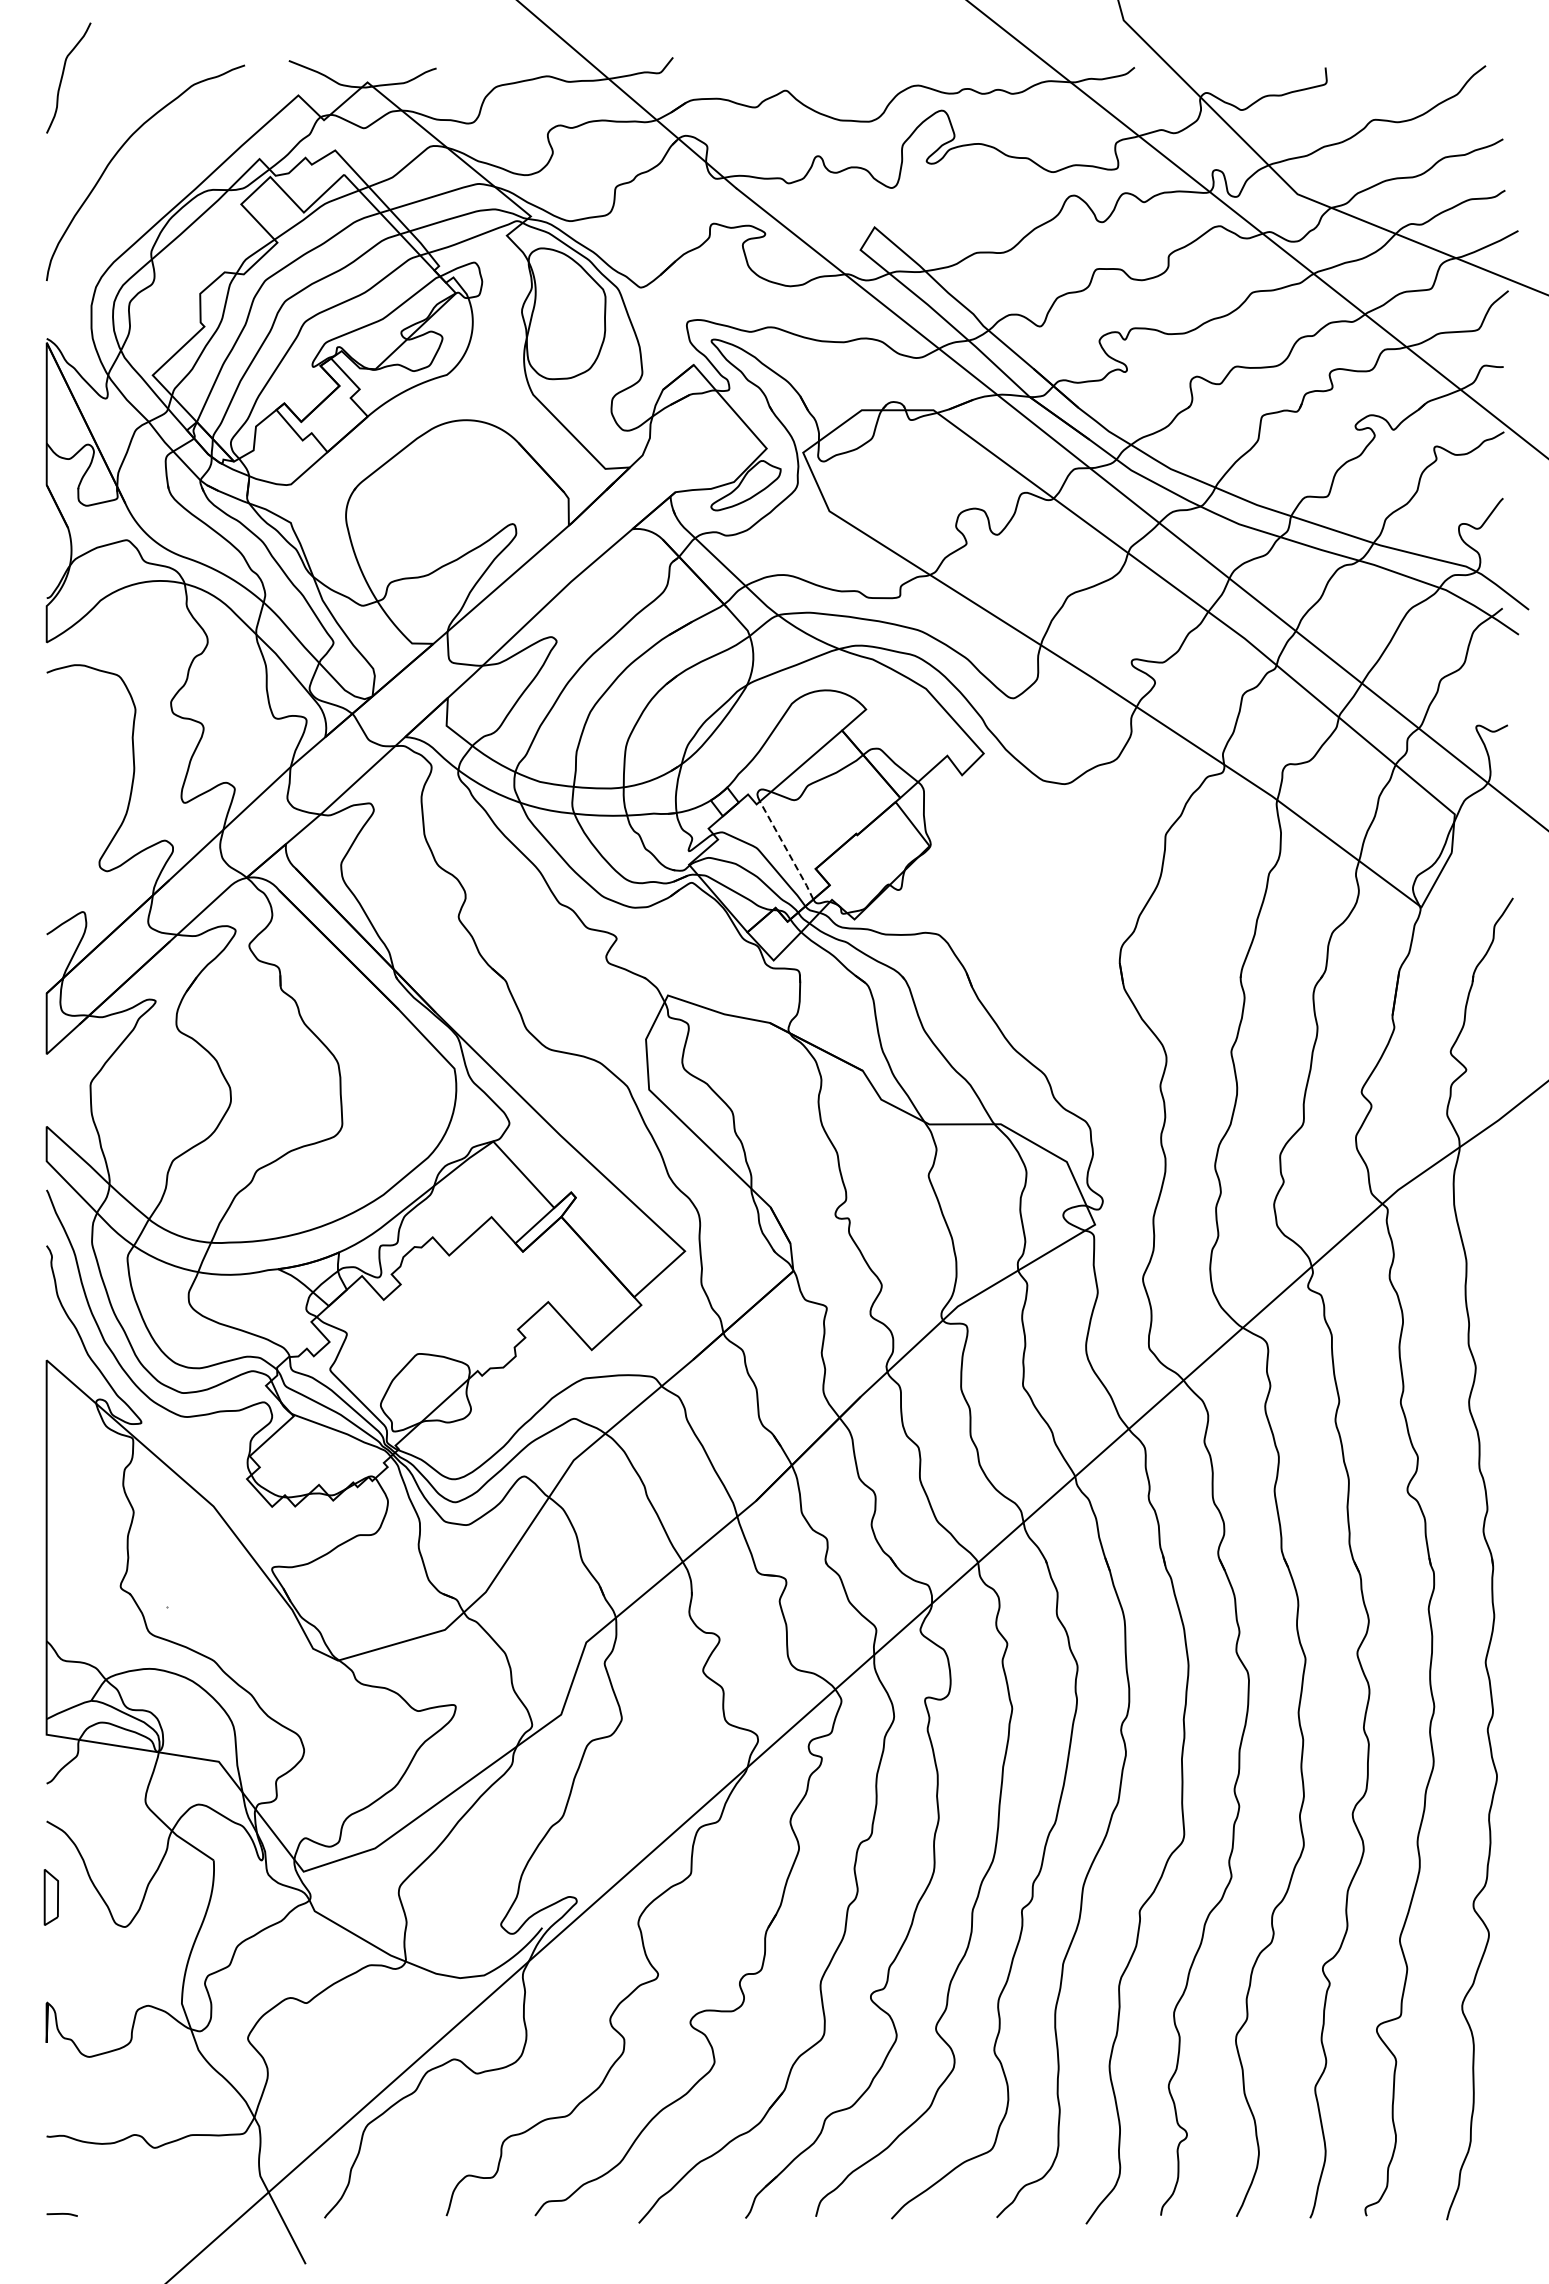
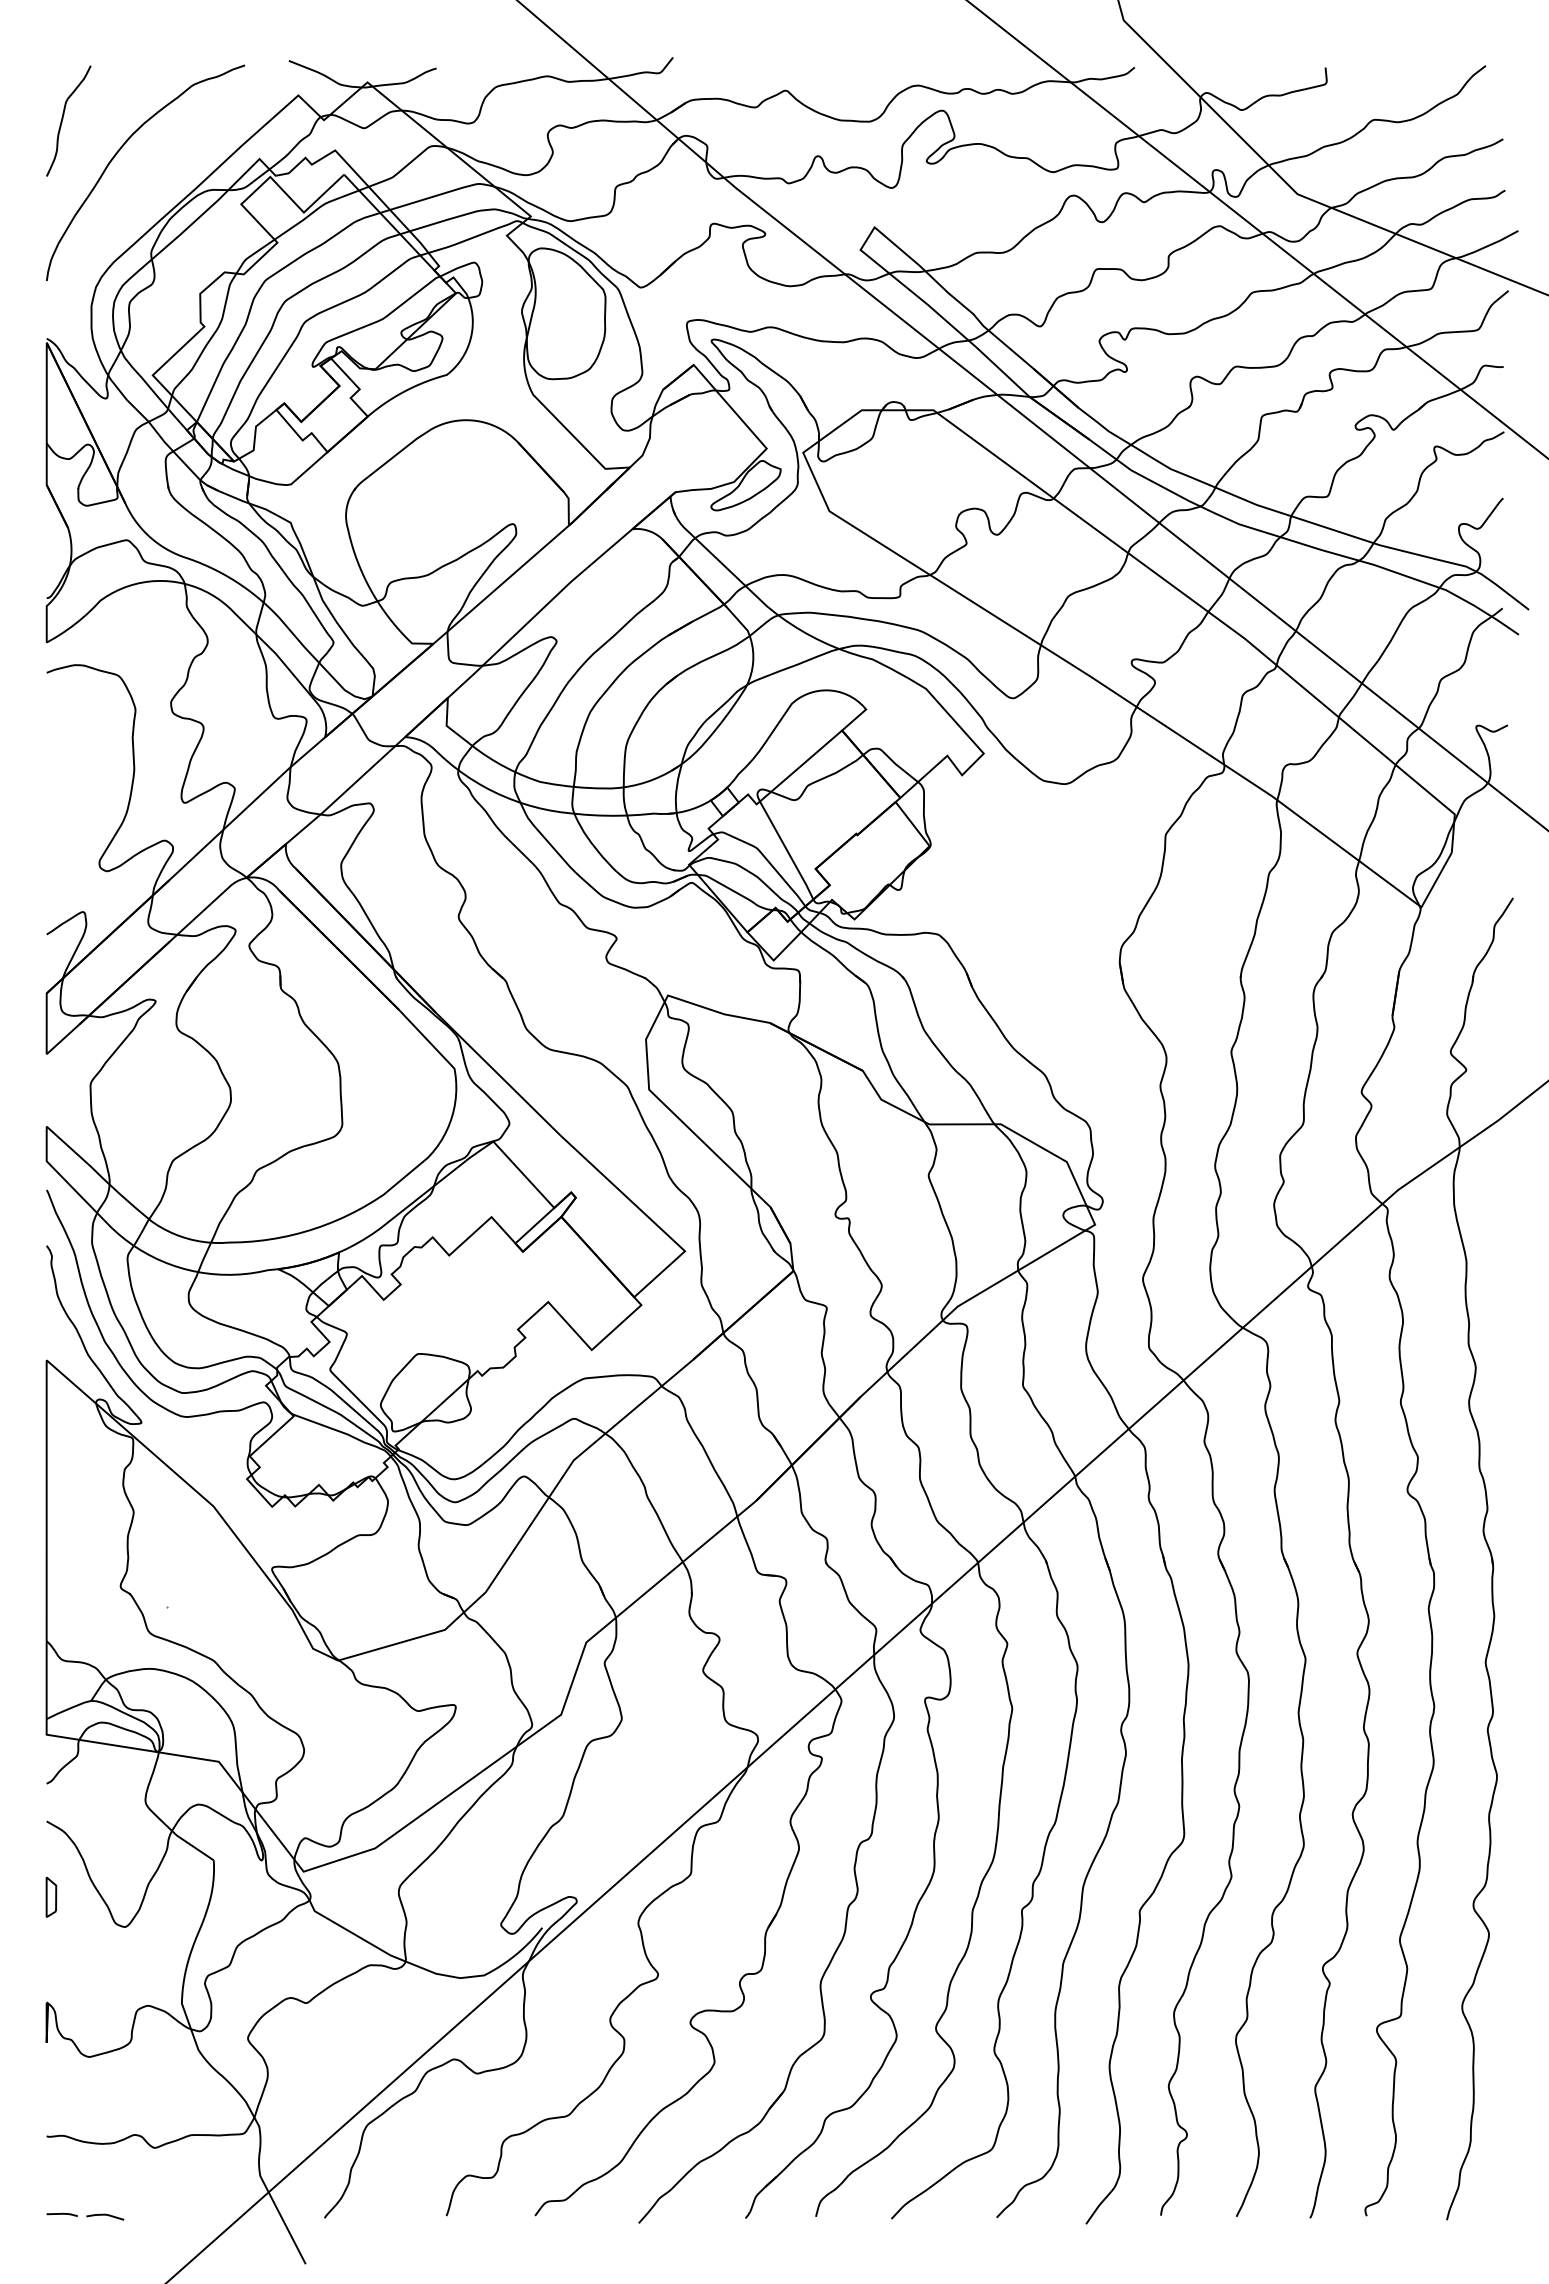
curve at (63, 76) position: (63, 76) -> (63, 119)
line at (787, 850): dashed -> solid
part at (50, 1897) size: 16x57 px -> 13x42 px
curve at (105, 2215): none -> present
